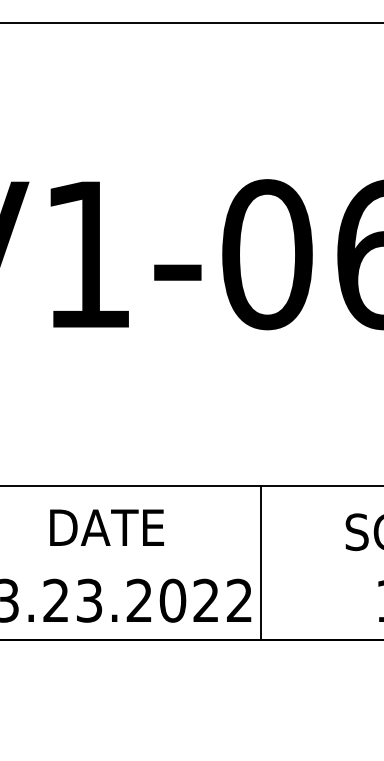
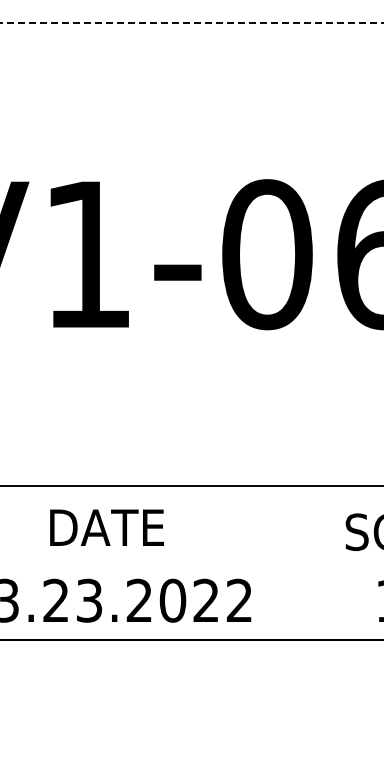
line at (192, 23): solid -> dashed
line at (260, 562): present -> none
